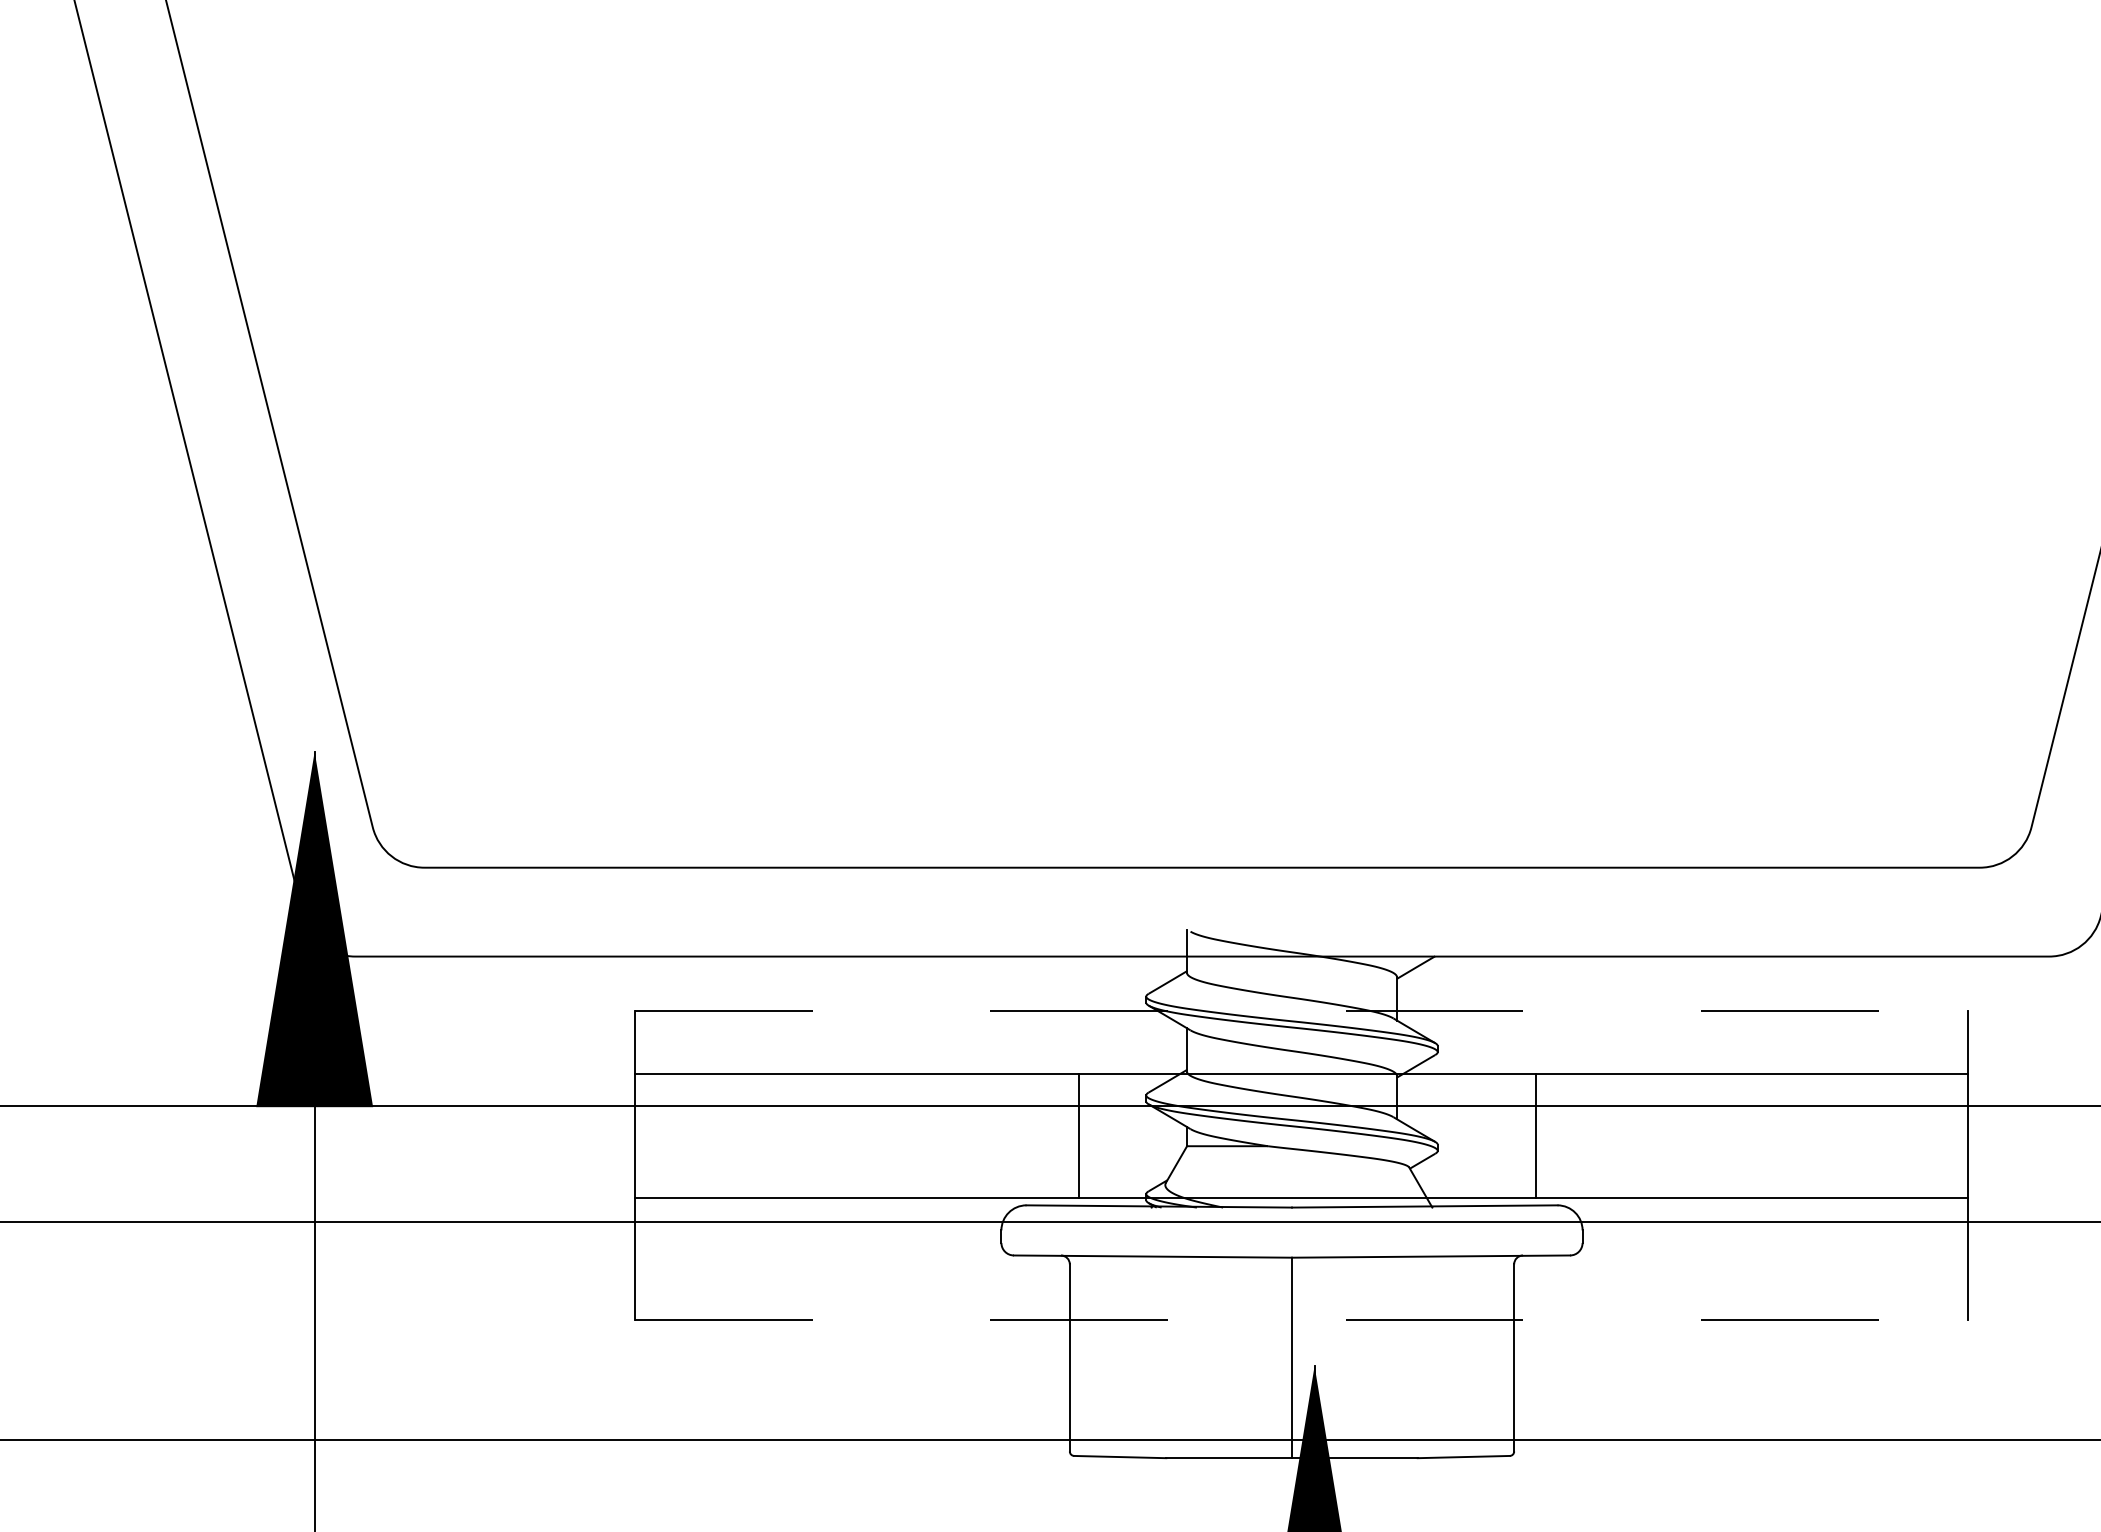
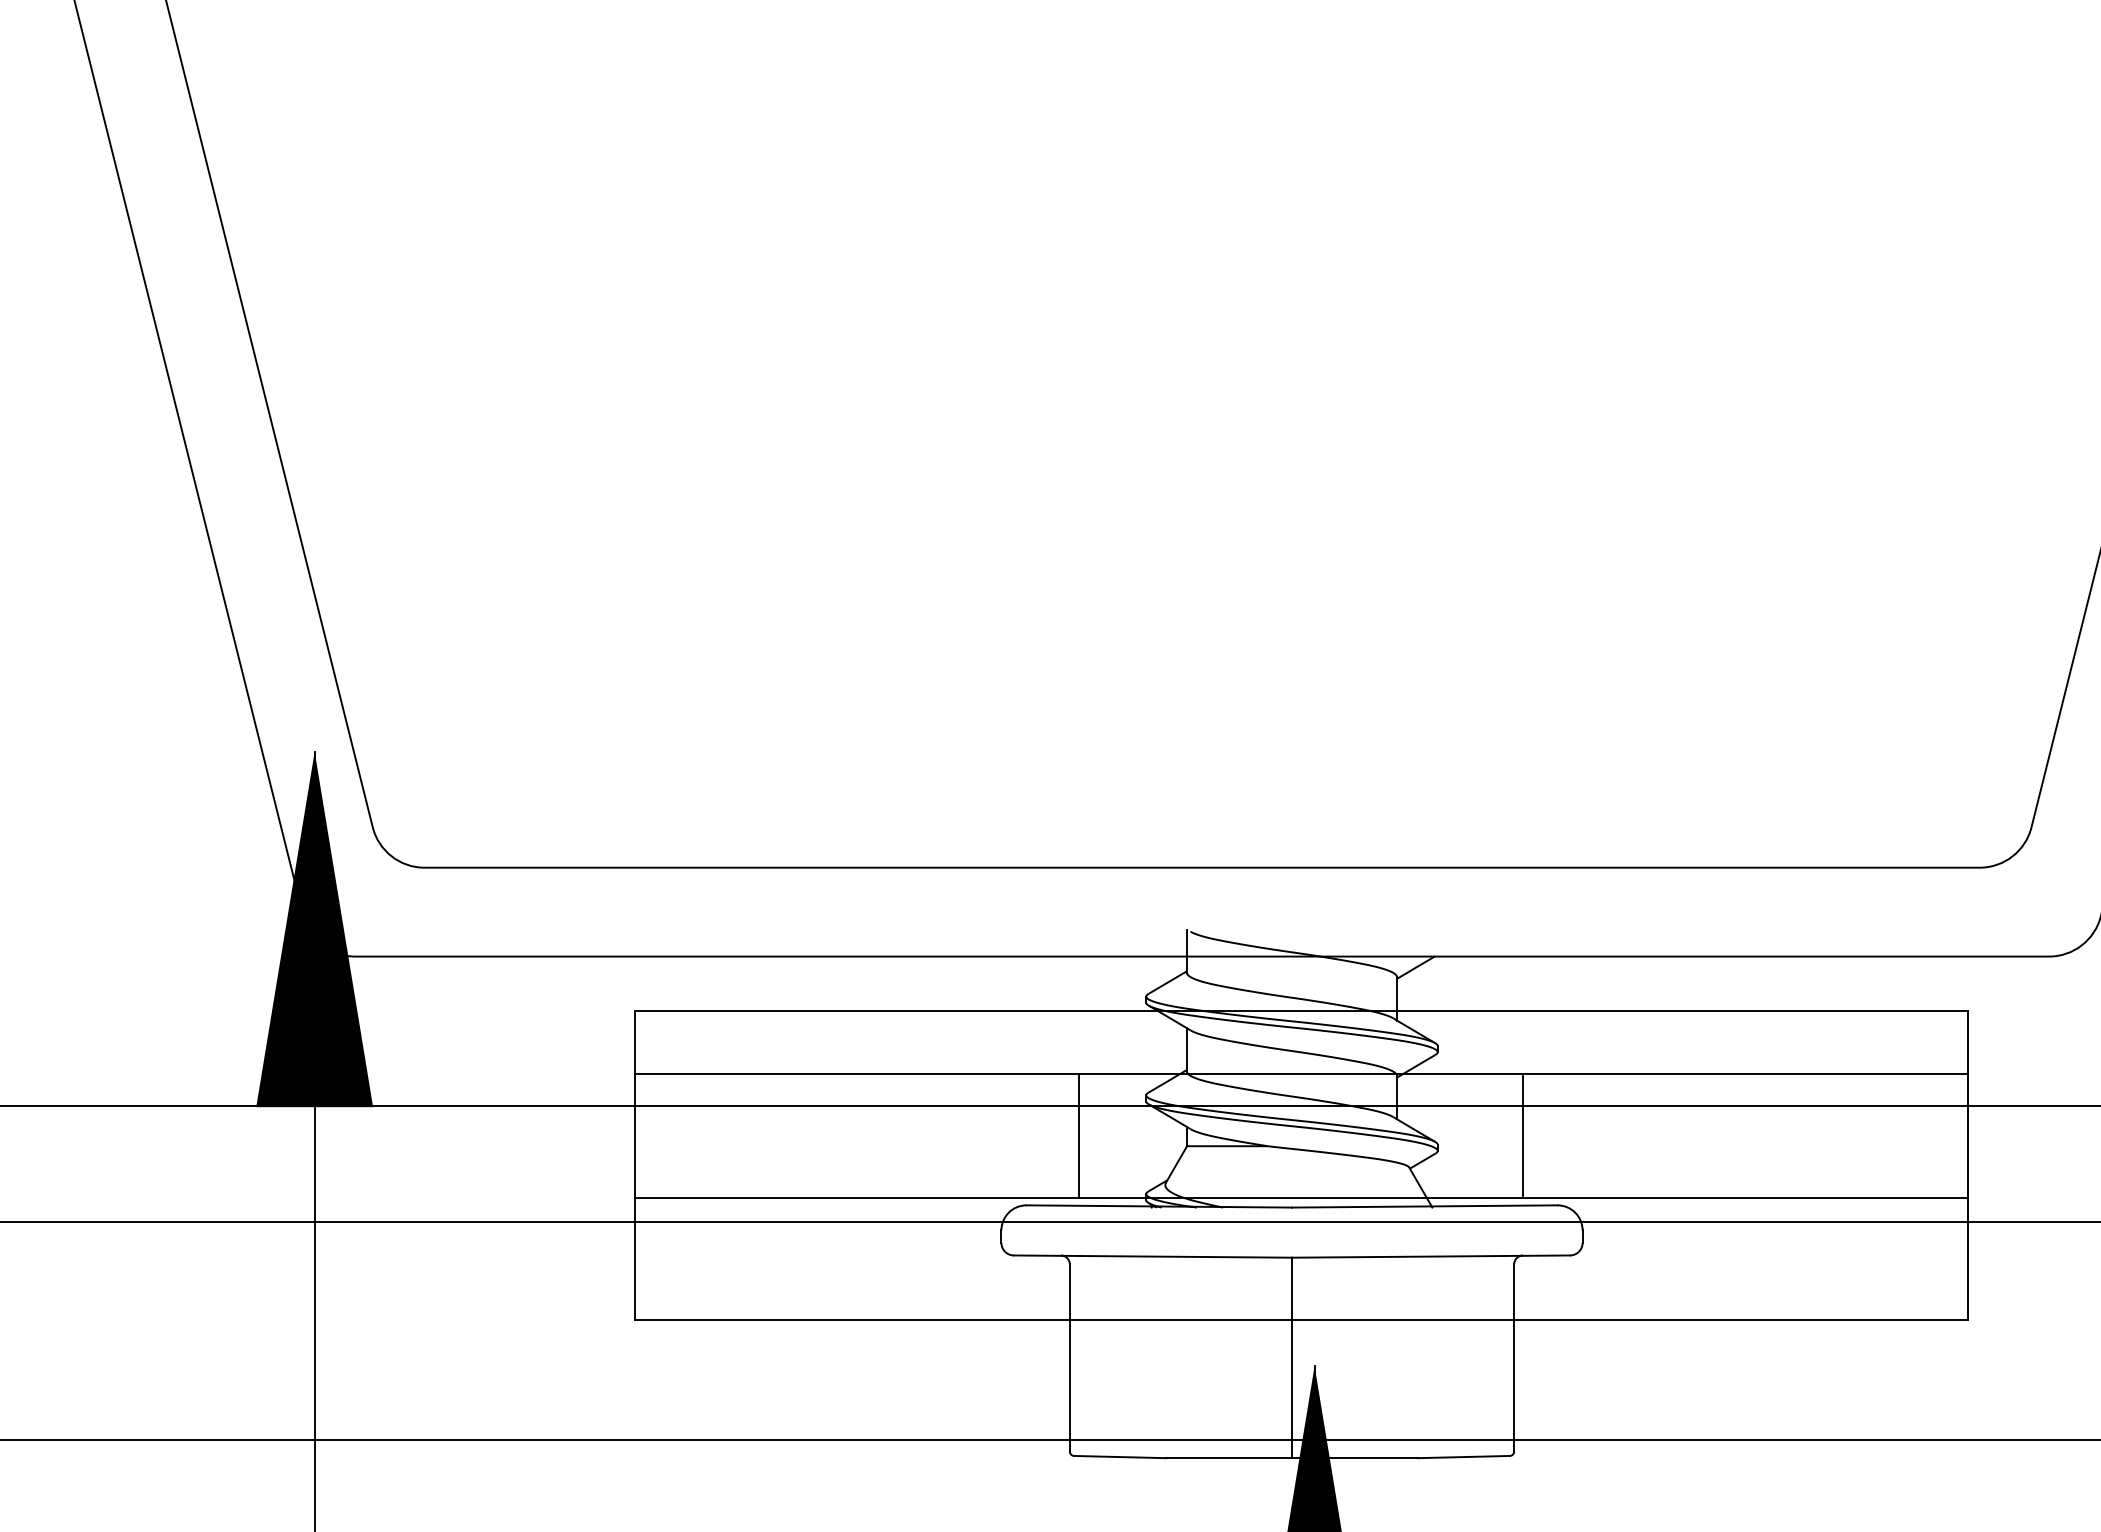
line at (1301, 1011): dashed -> solid
line at (1536, 1135) position: (1536, 1135) -> (1523, 1135)
line at (1301, 1319): dashed -> solid
